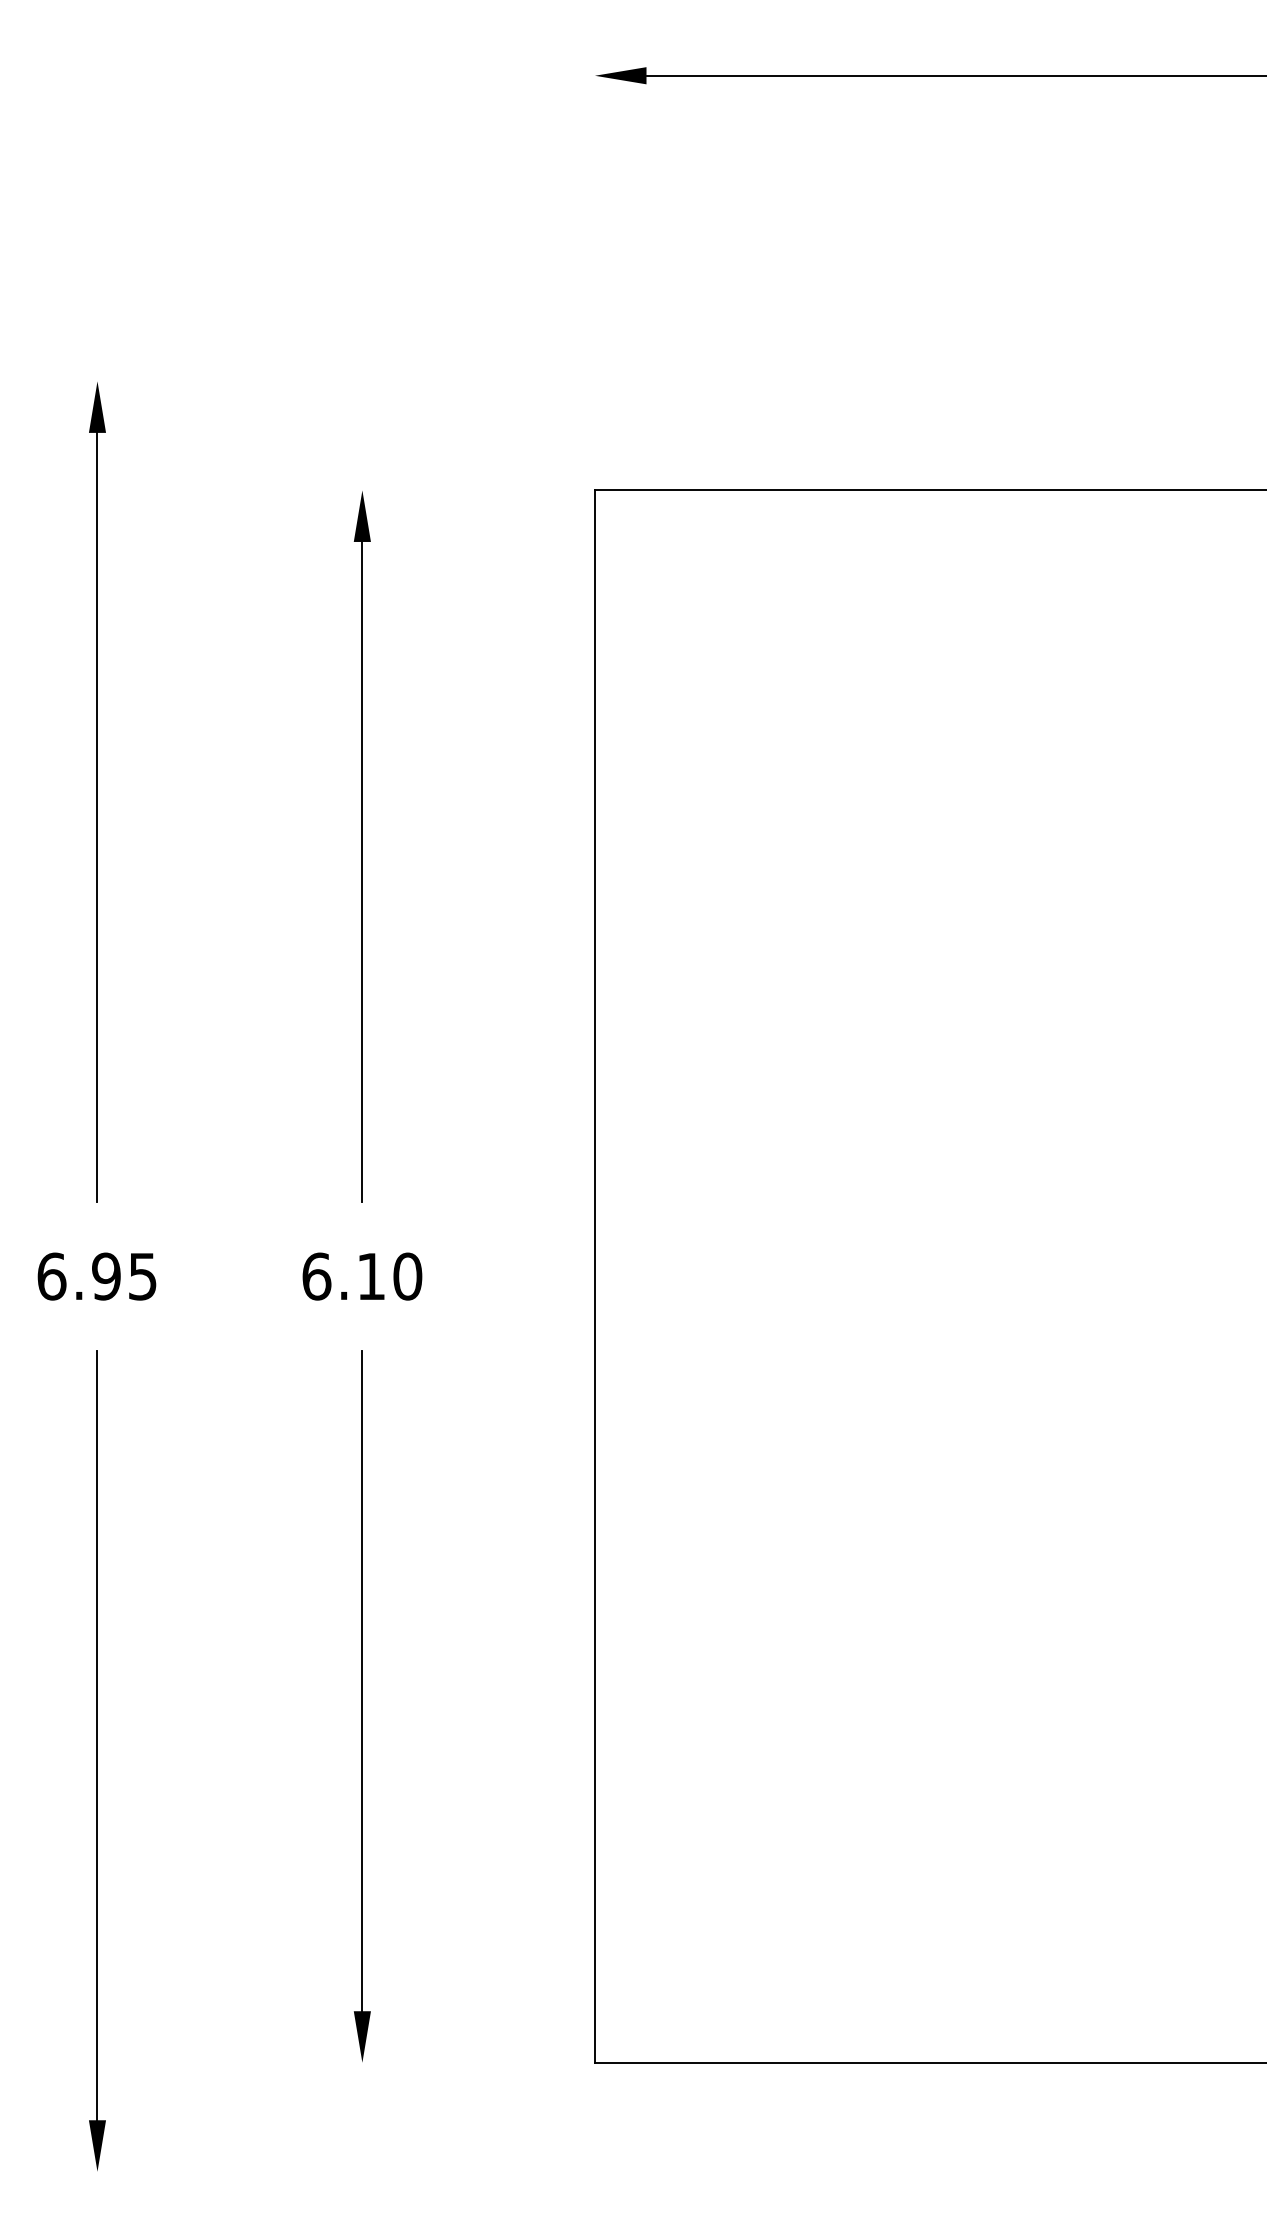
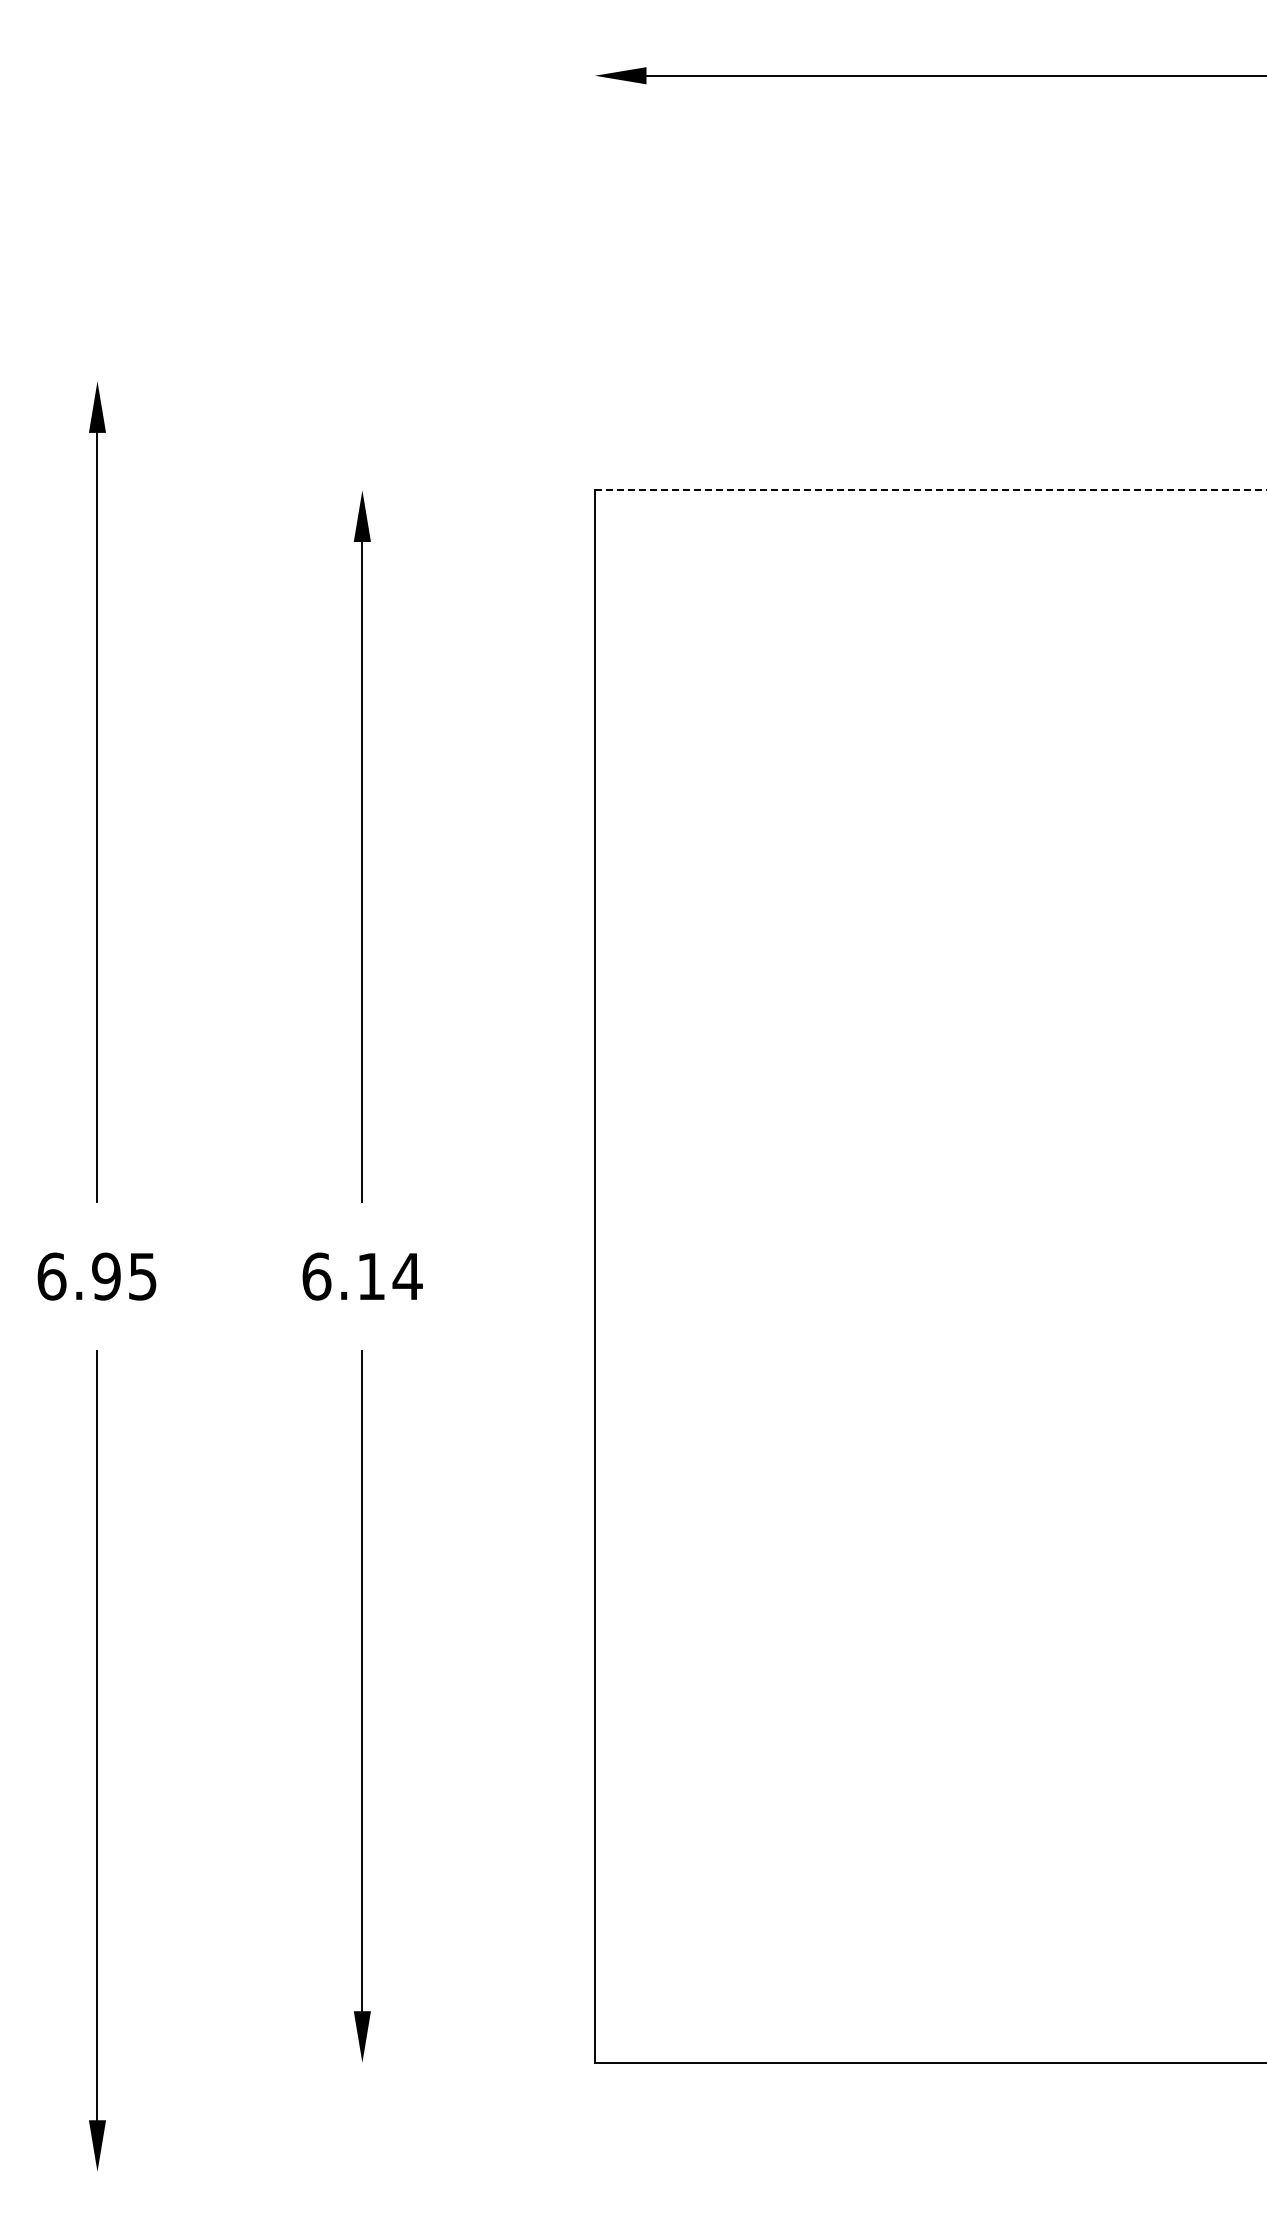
line at (930, 490): solid -> dashed
text at (407, 1276): 6.10 -> 6.14
